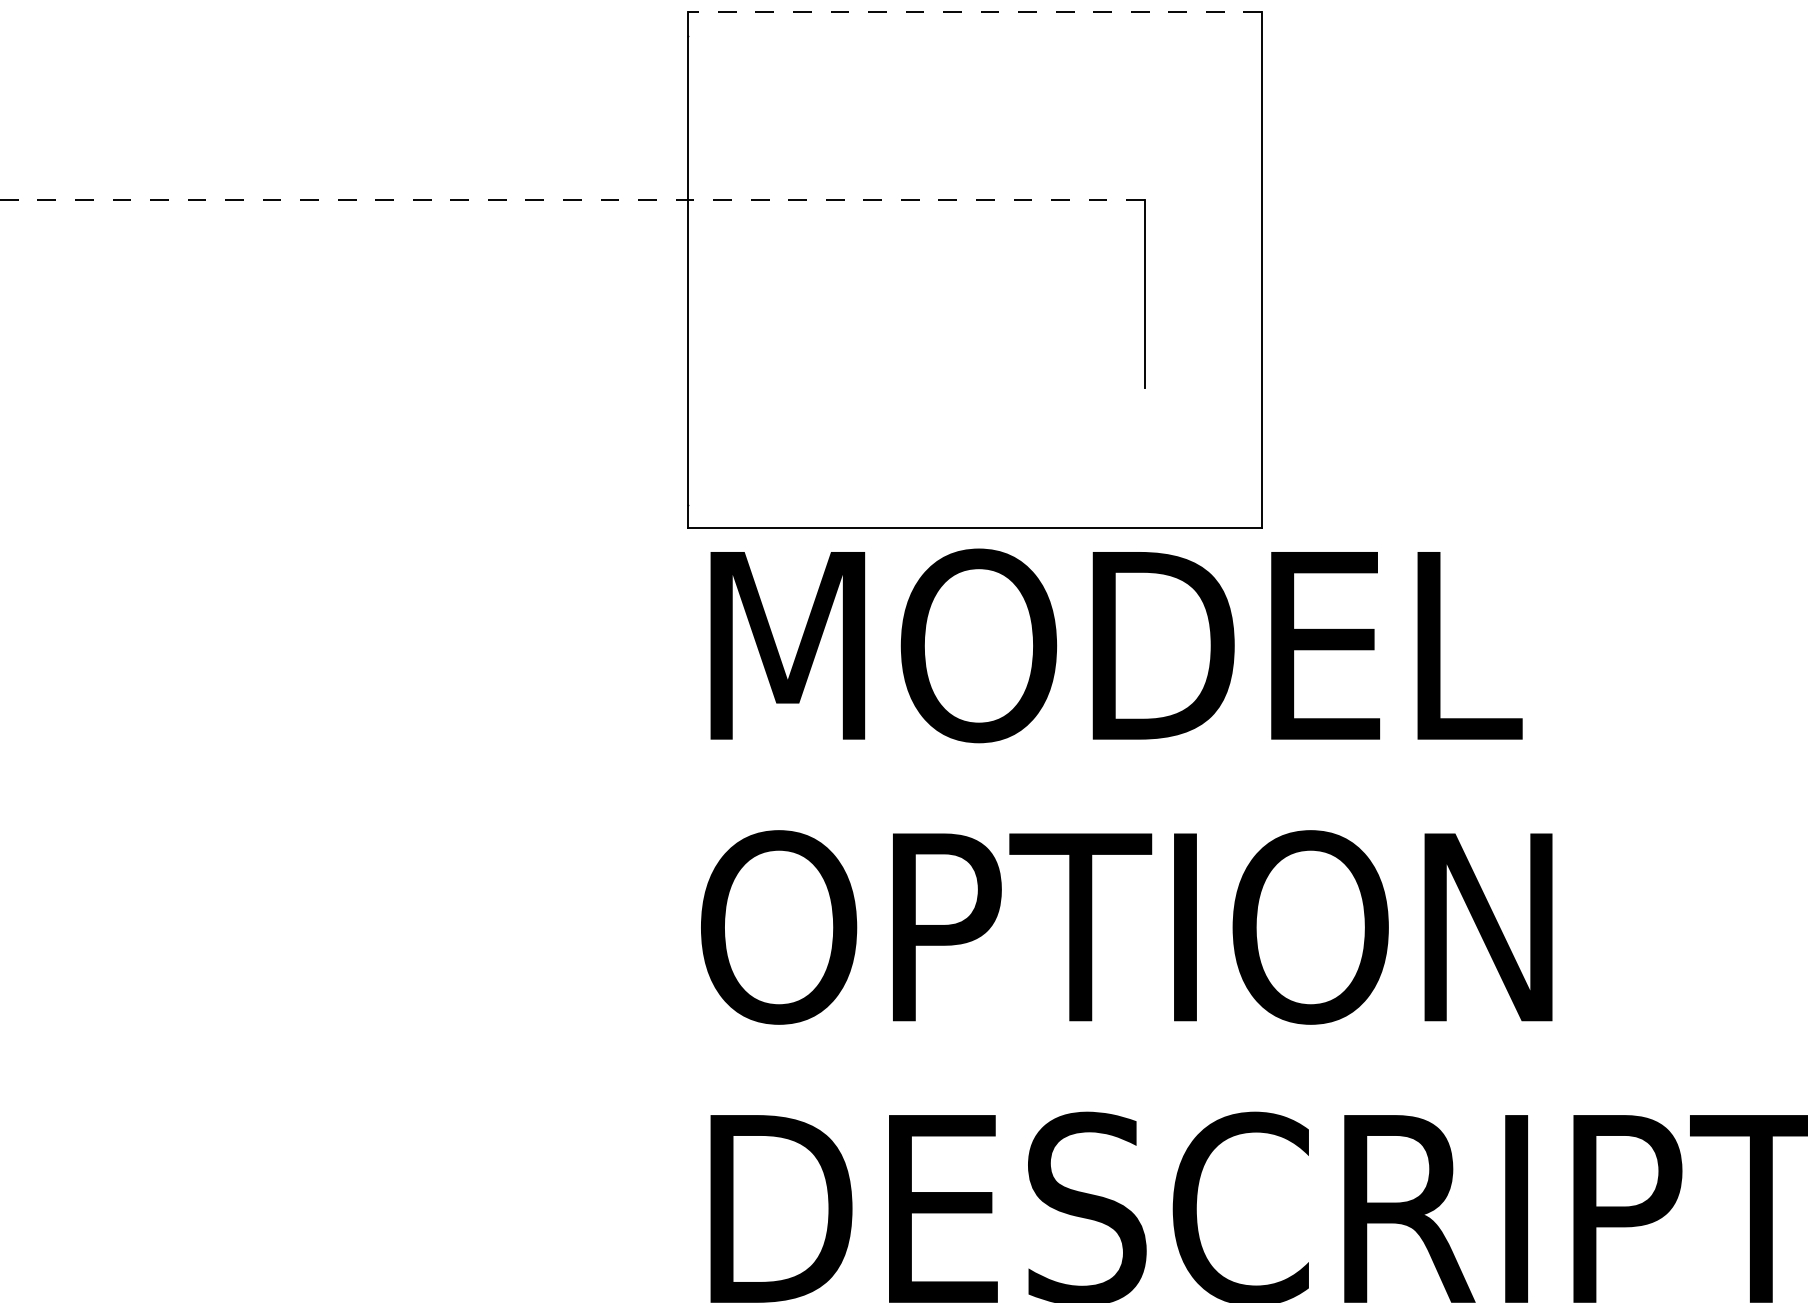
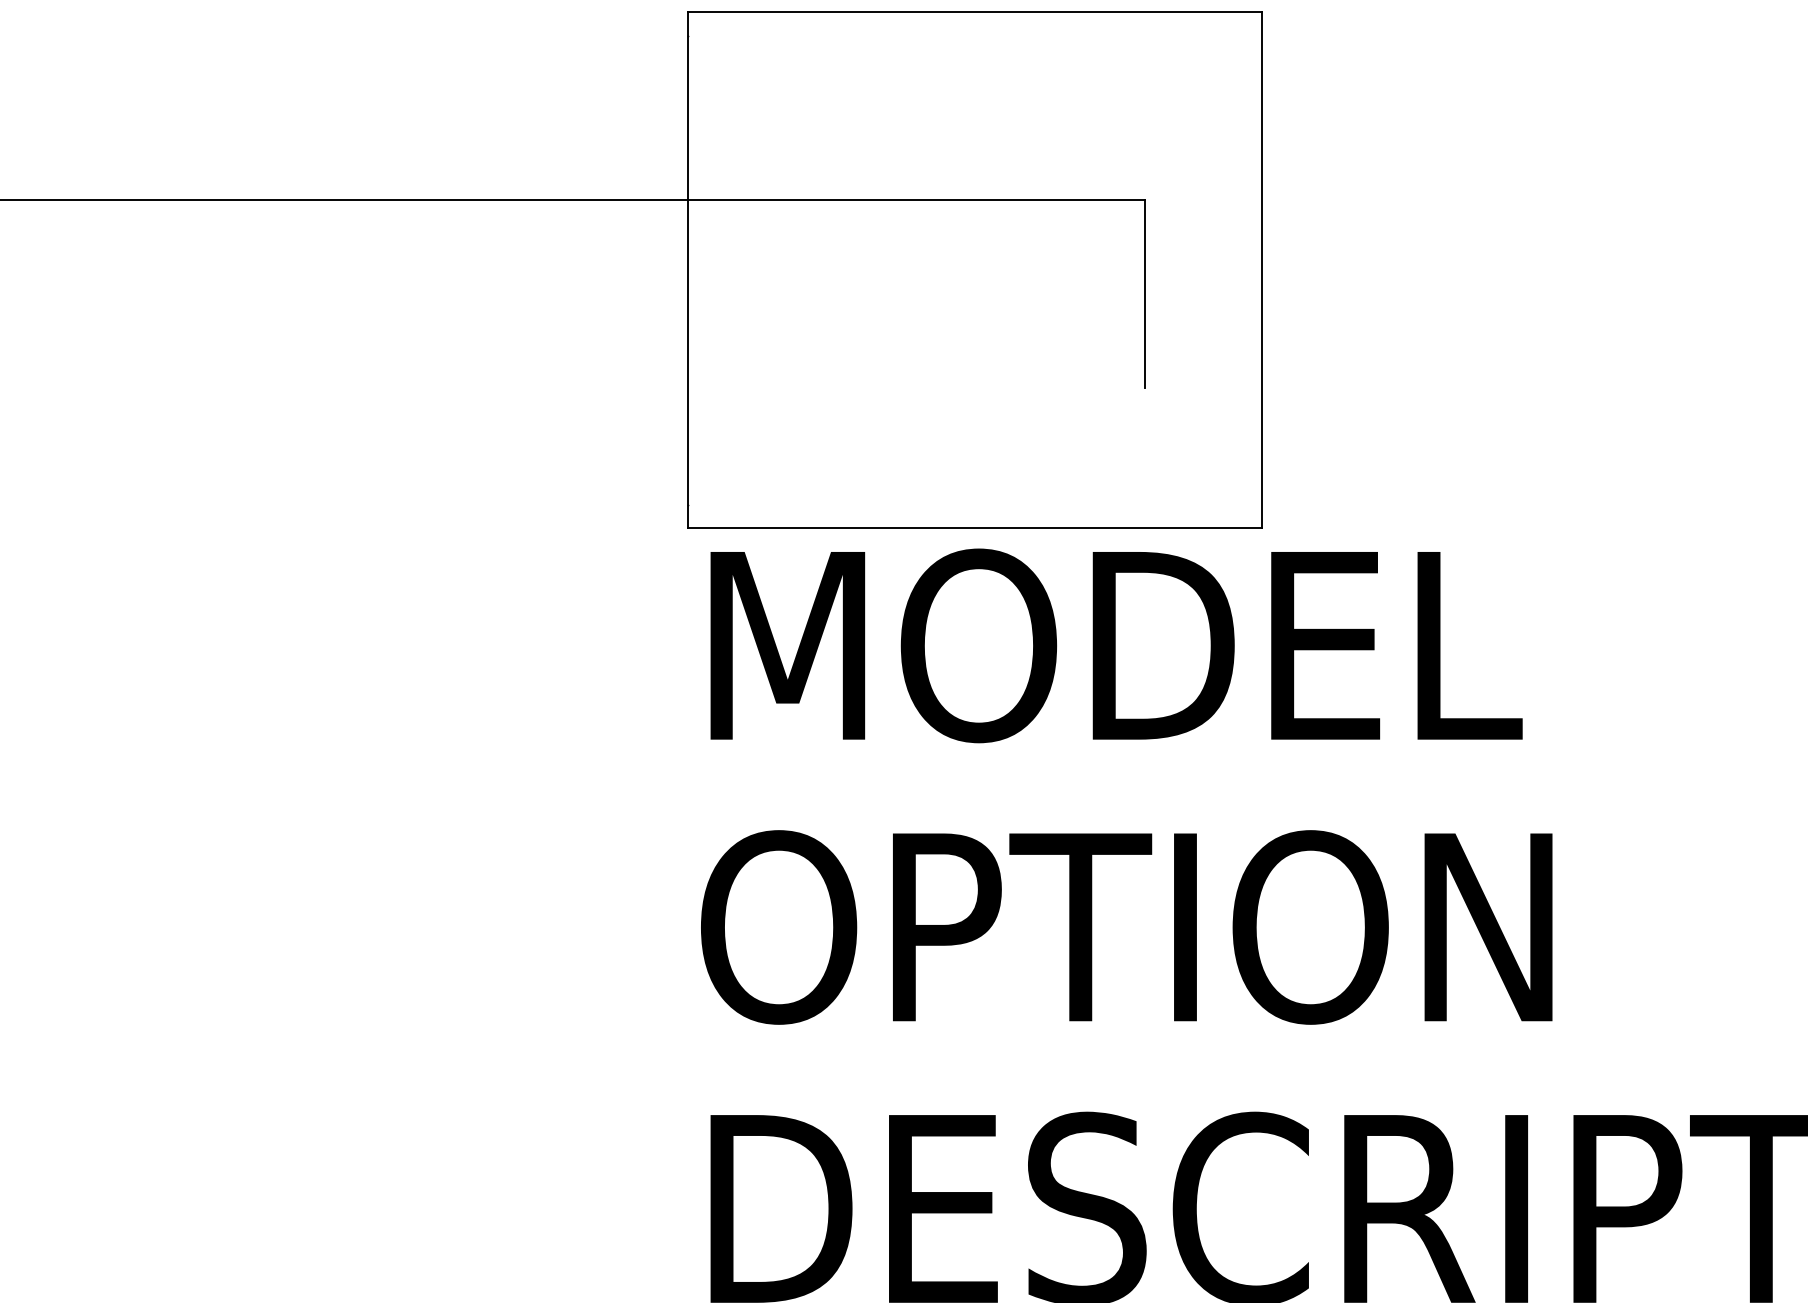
line at (974, 12): dashed -> solid
line at (573, 199): dashed -> solid
